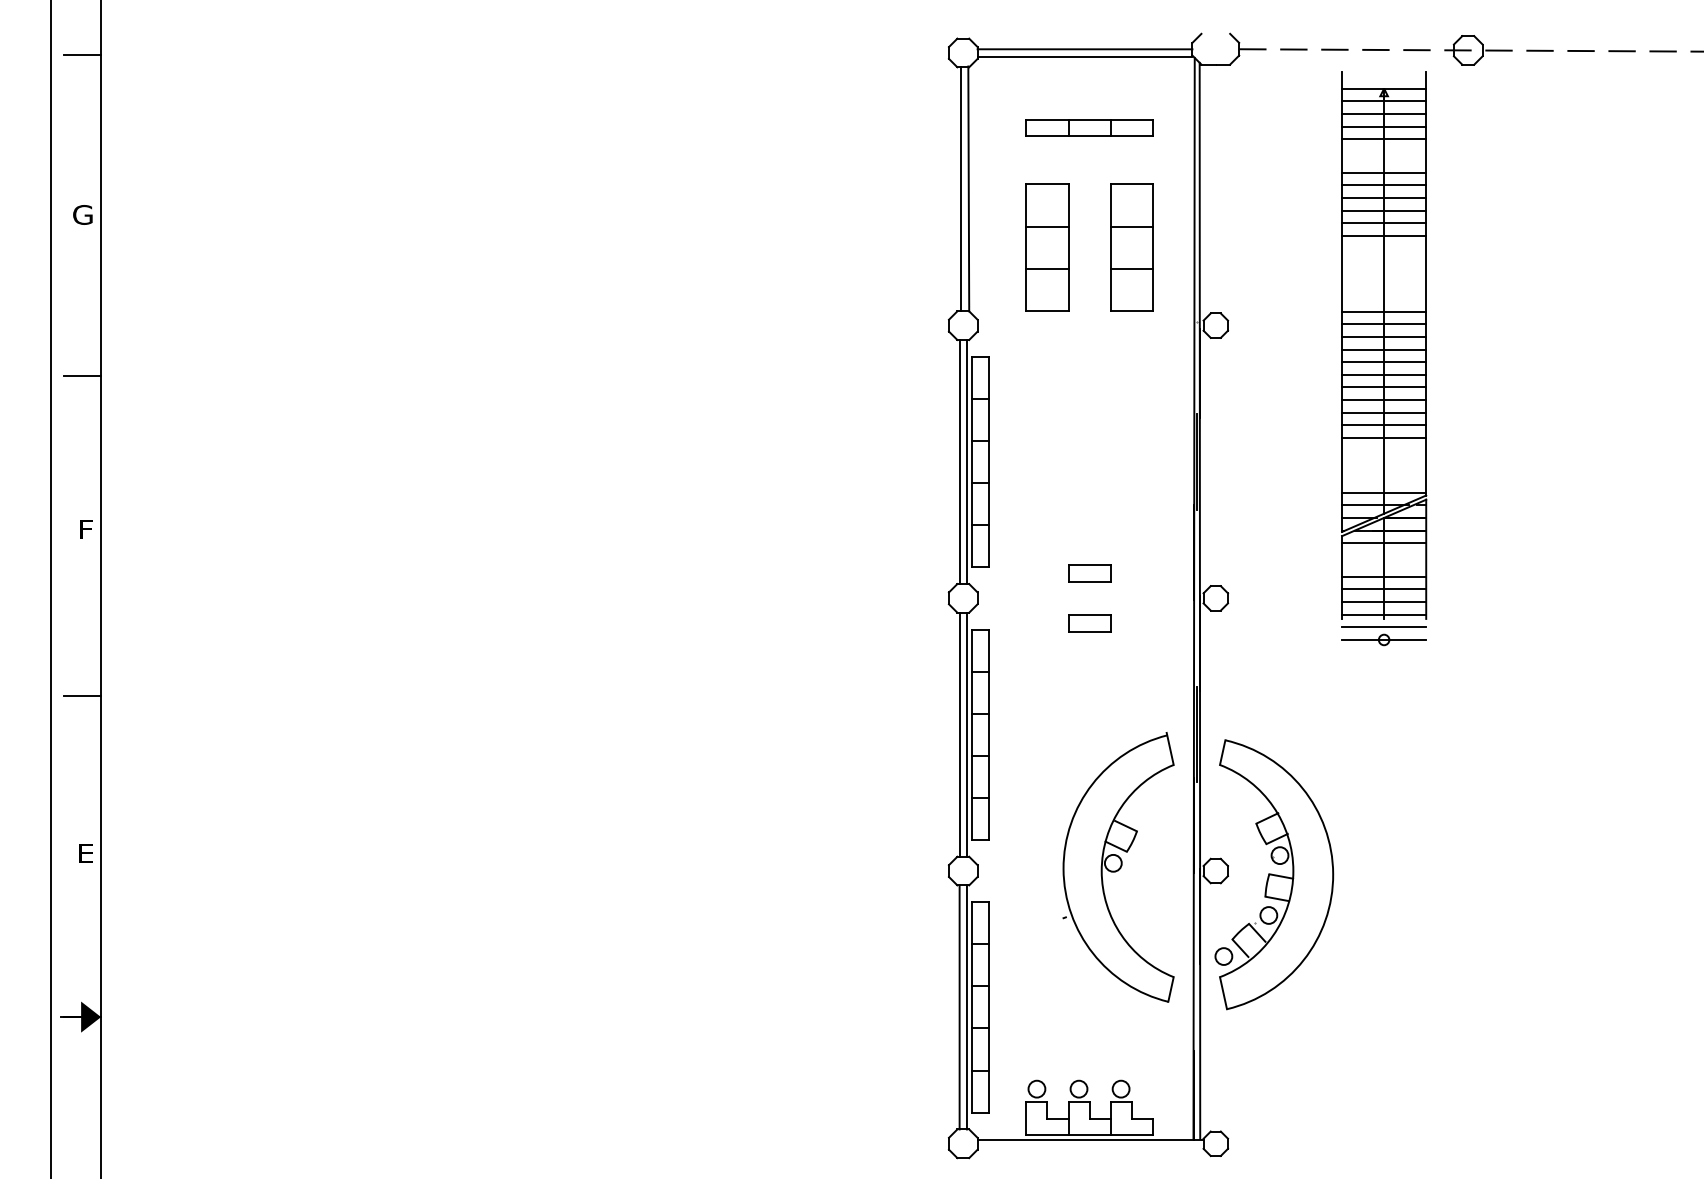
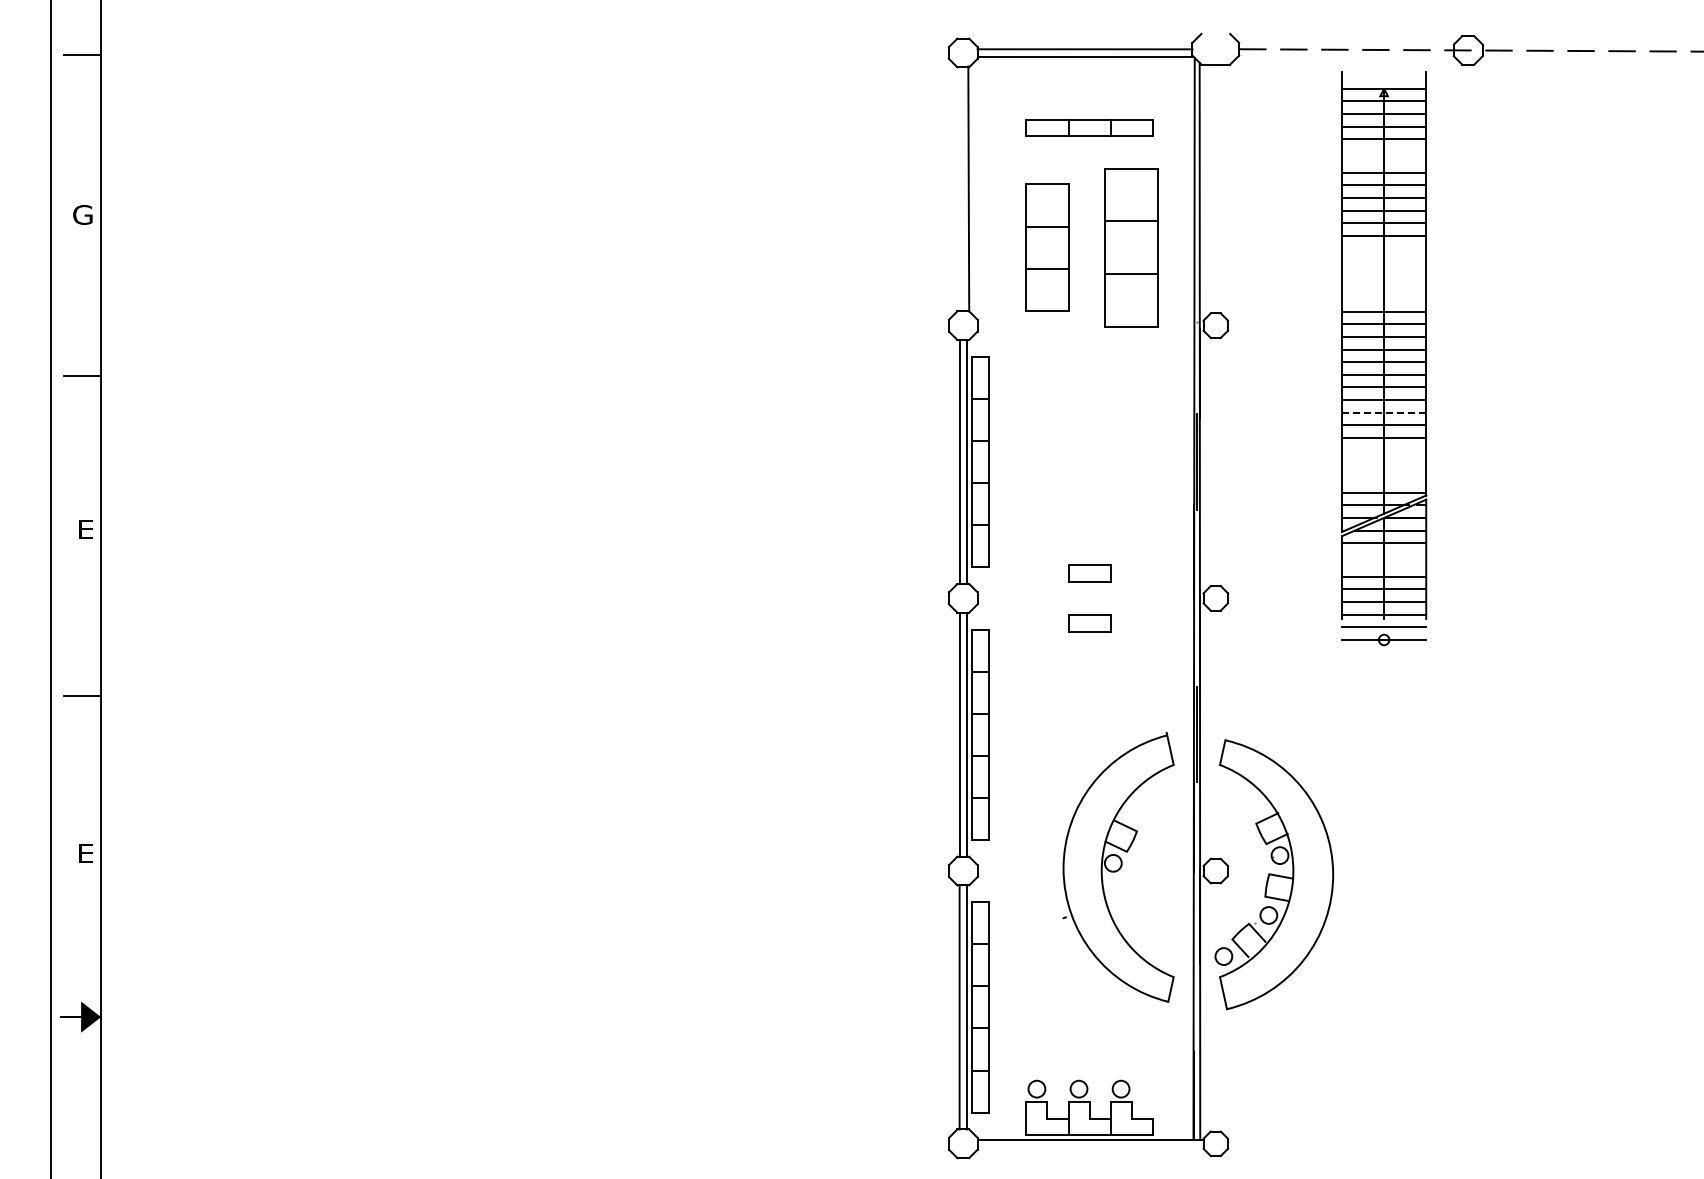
line at (960, 189): present -> none
part at (1131, 247) size: 44x129 px -> 55x160 px
line at (1384, 412): solid -> dashed
text at (85, 529): F -> E
